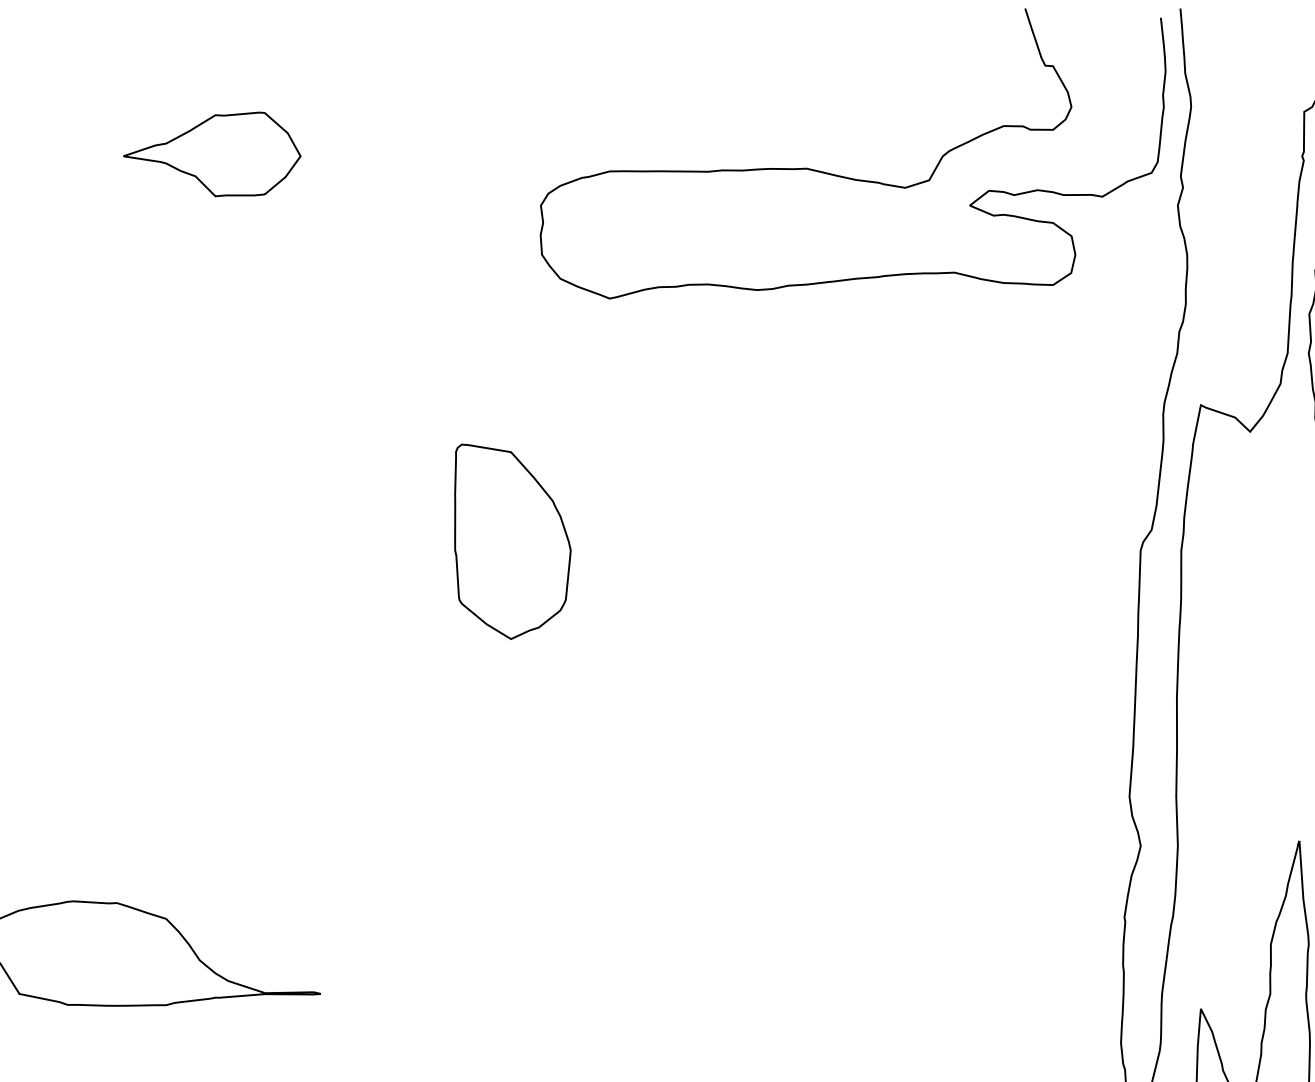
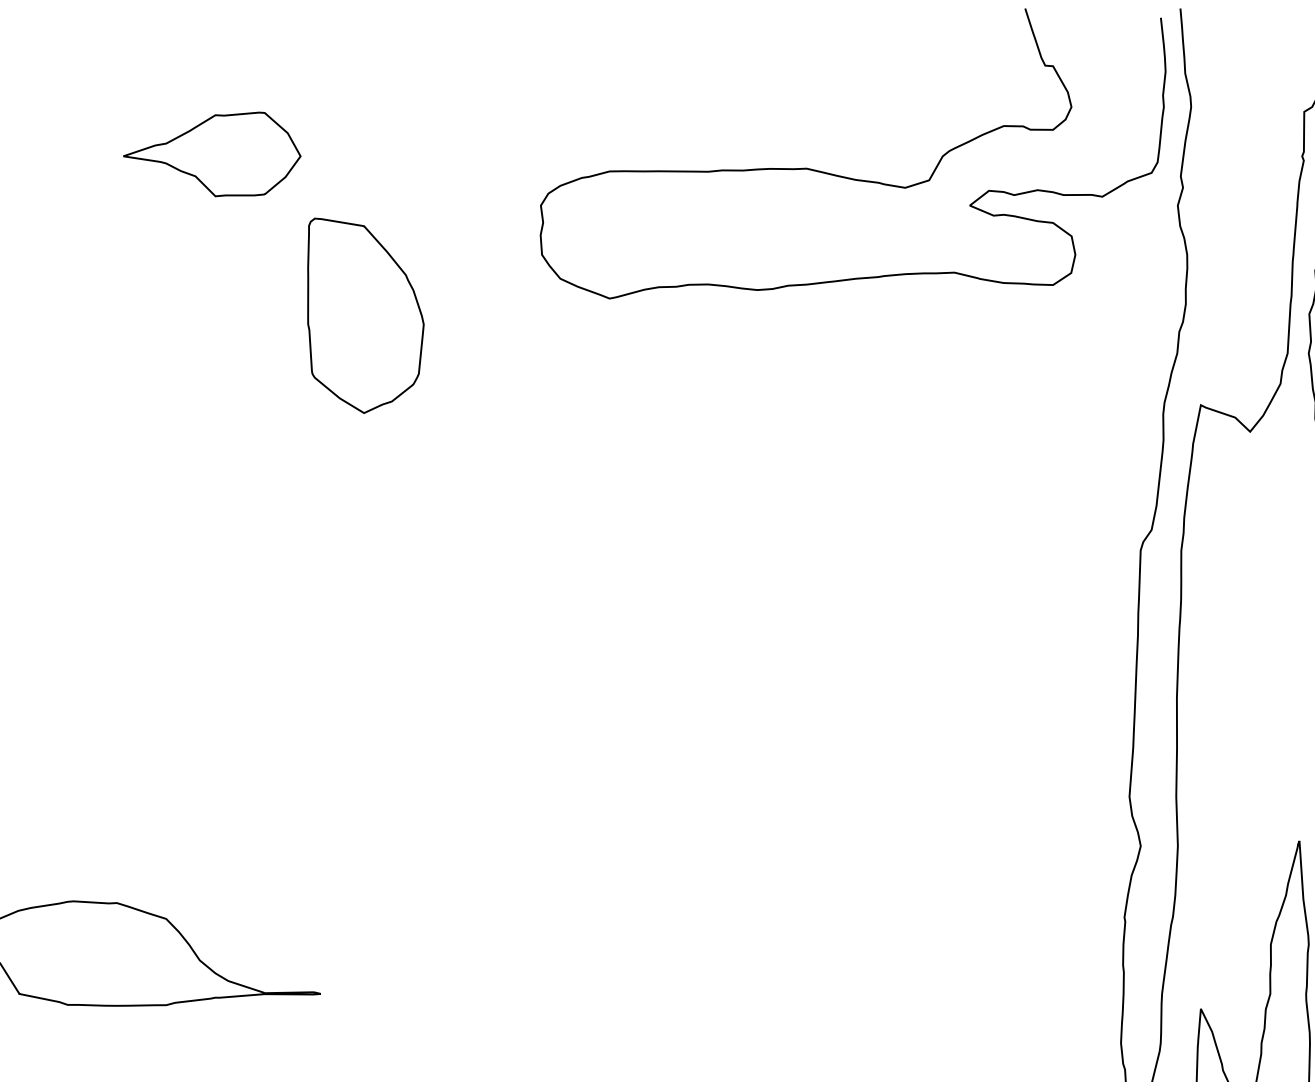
part at (512, 541) position: (512, 541) -> (365, 315)
